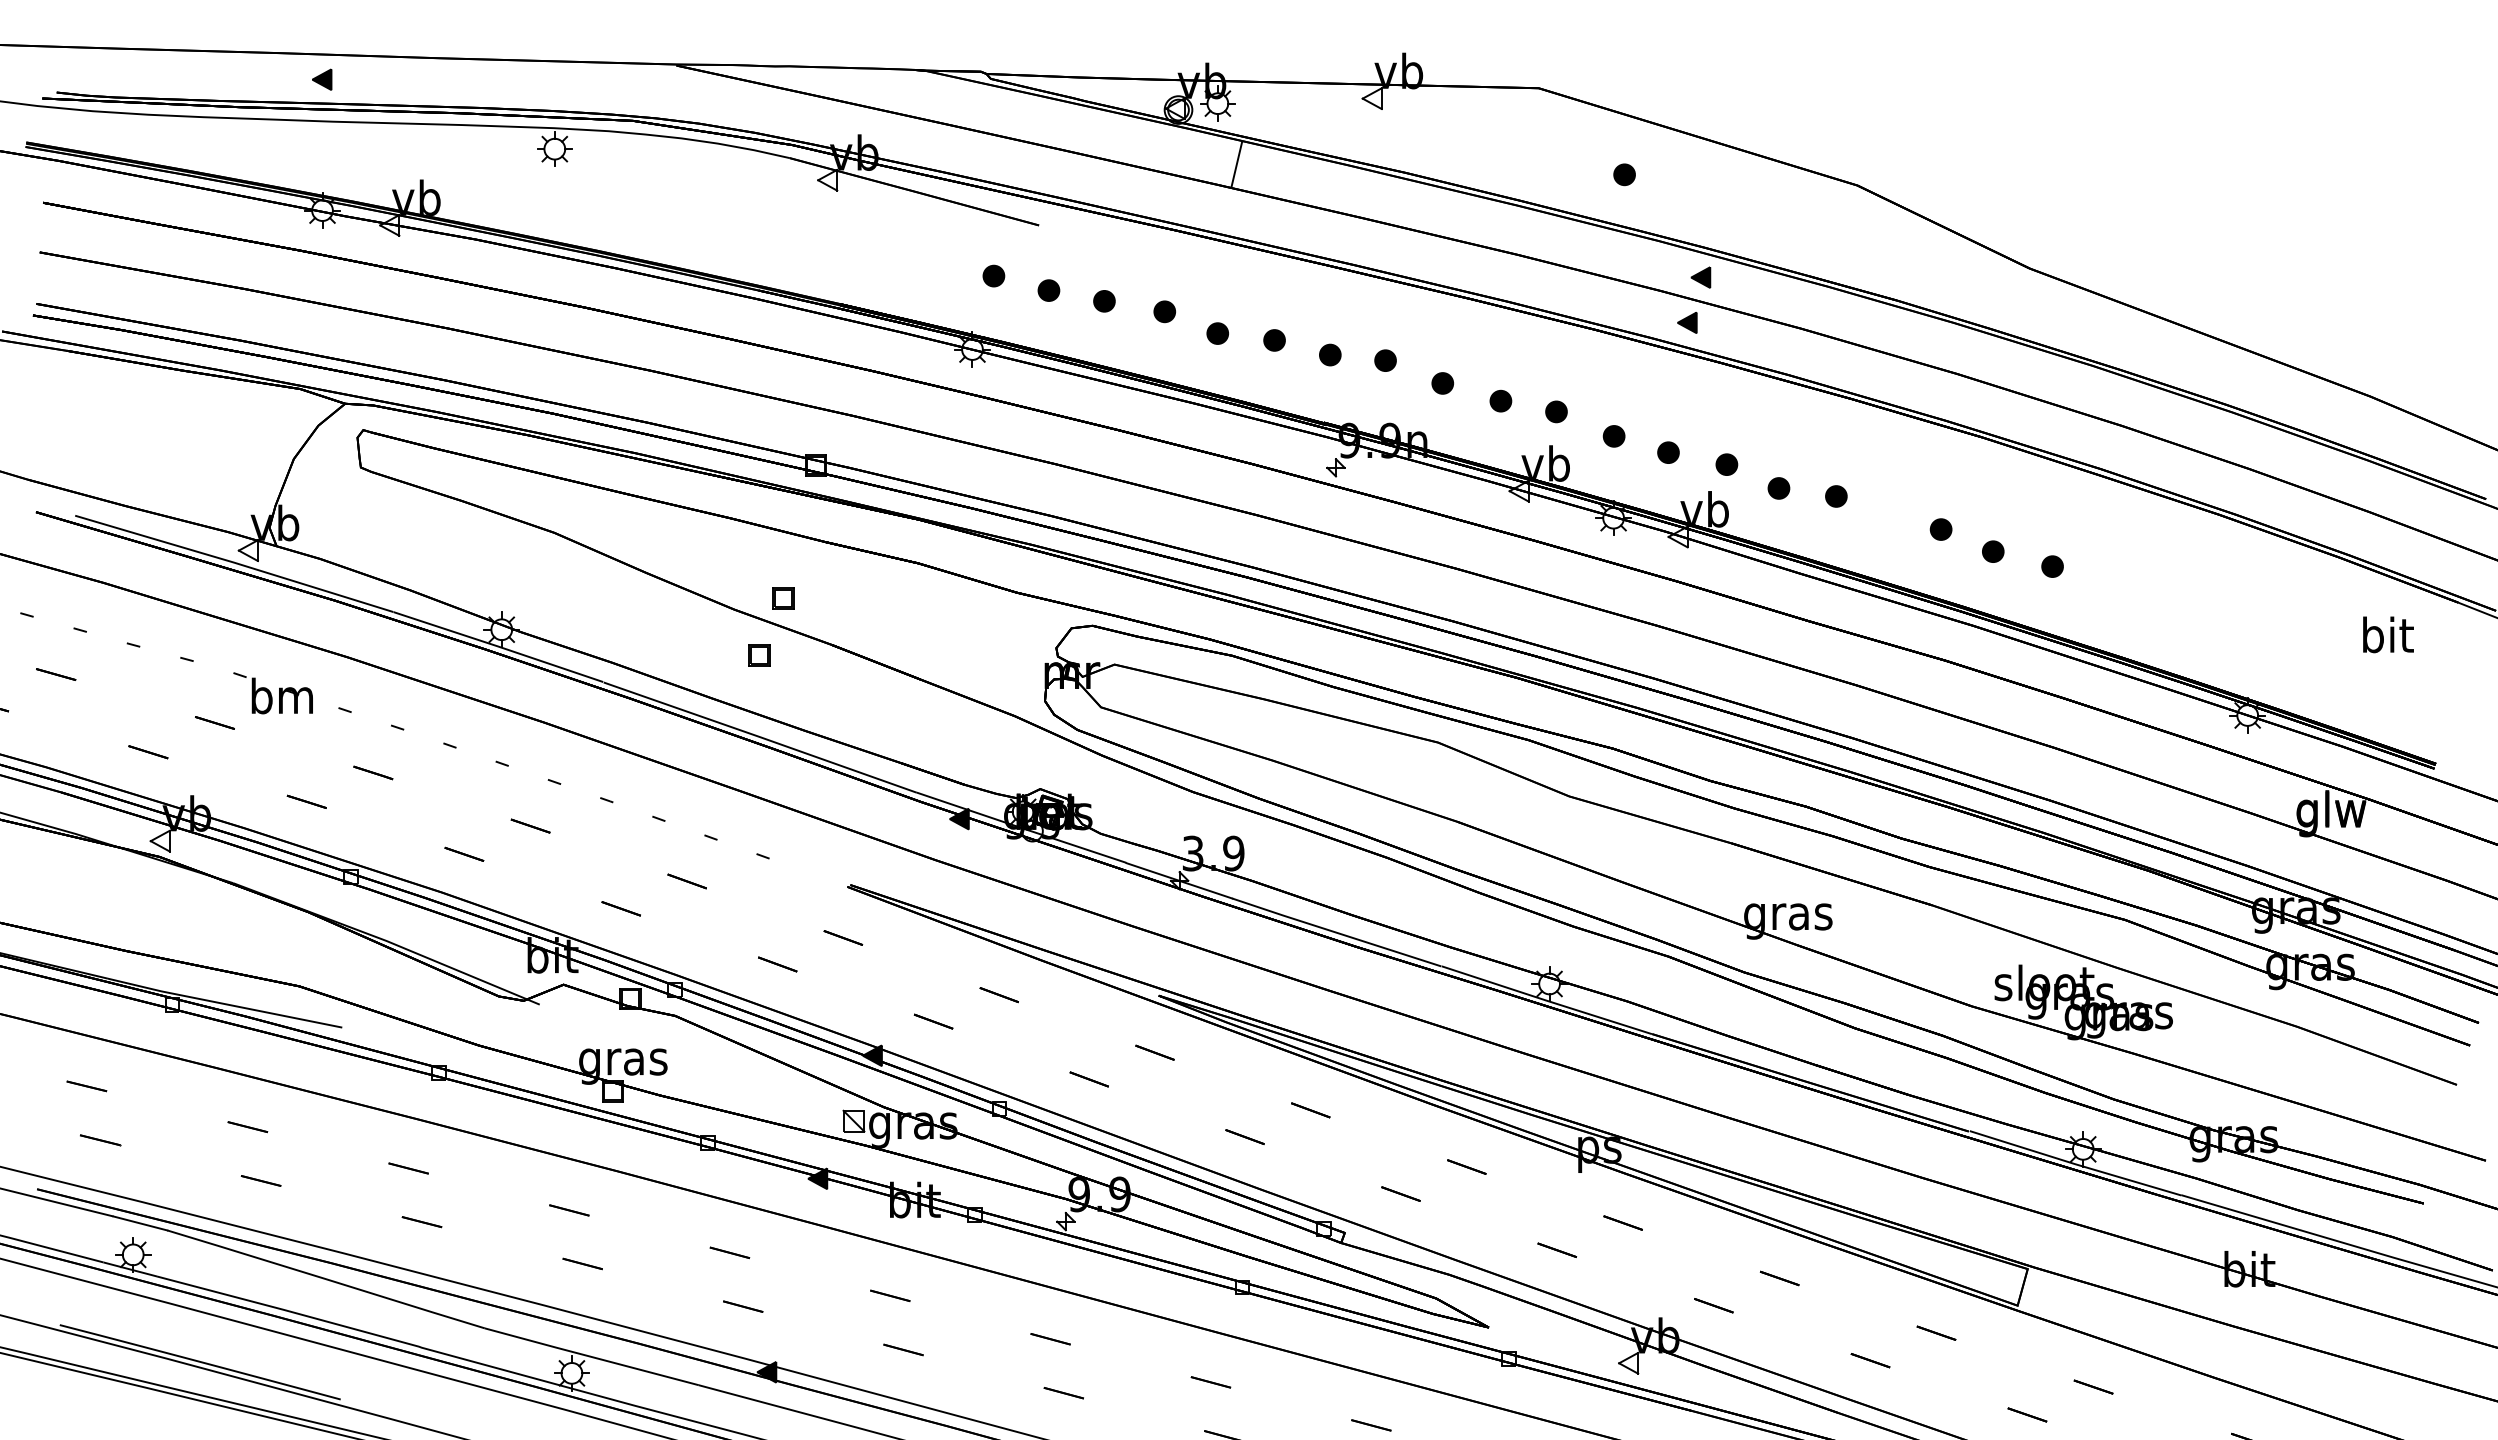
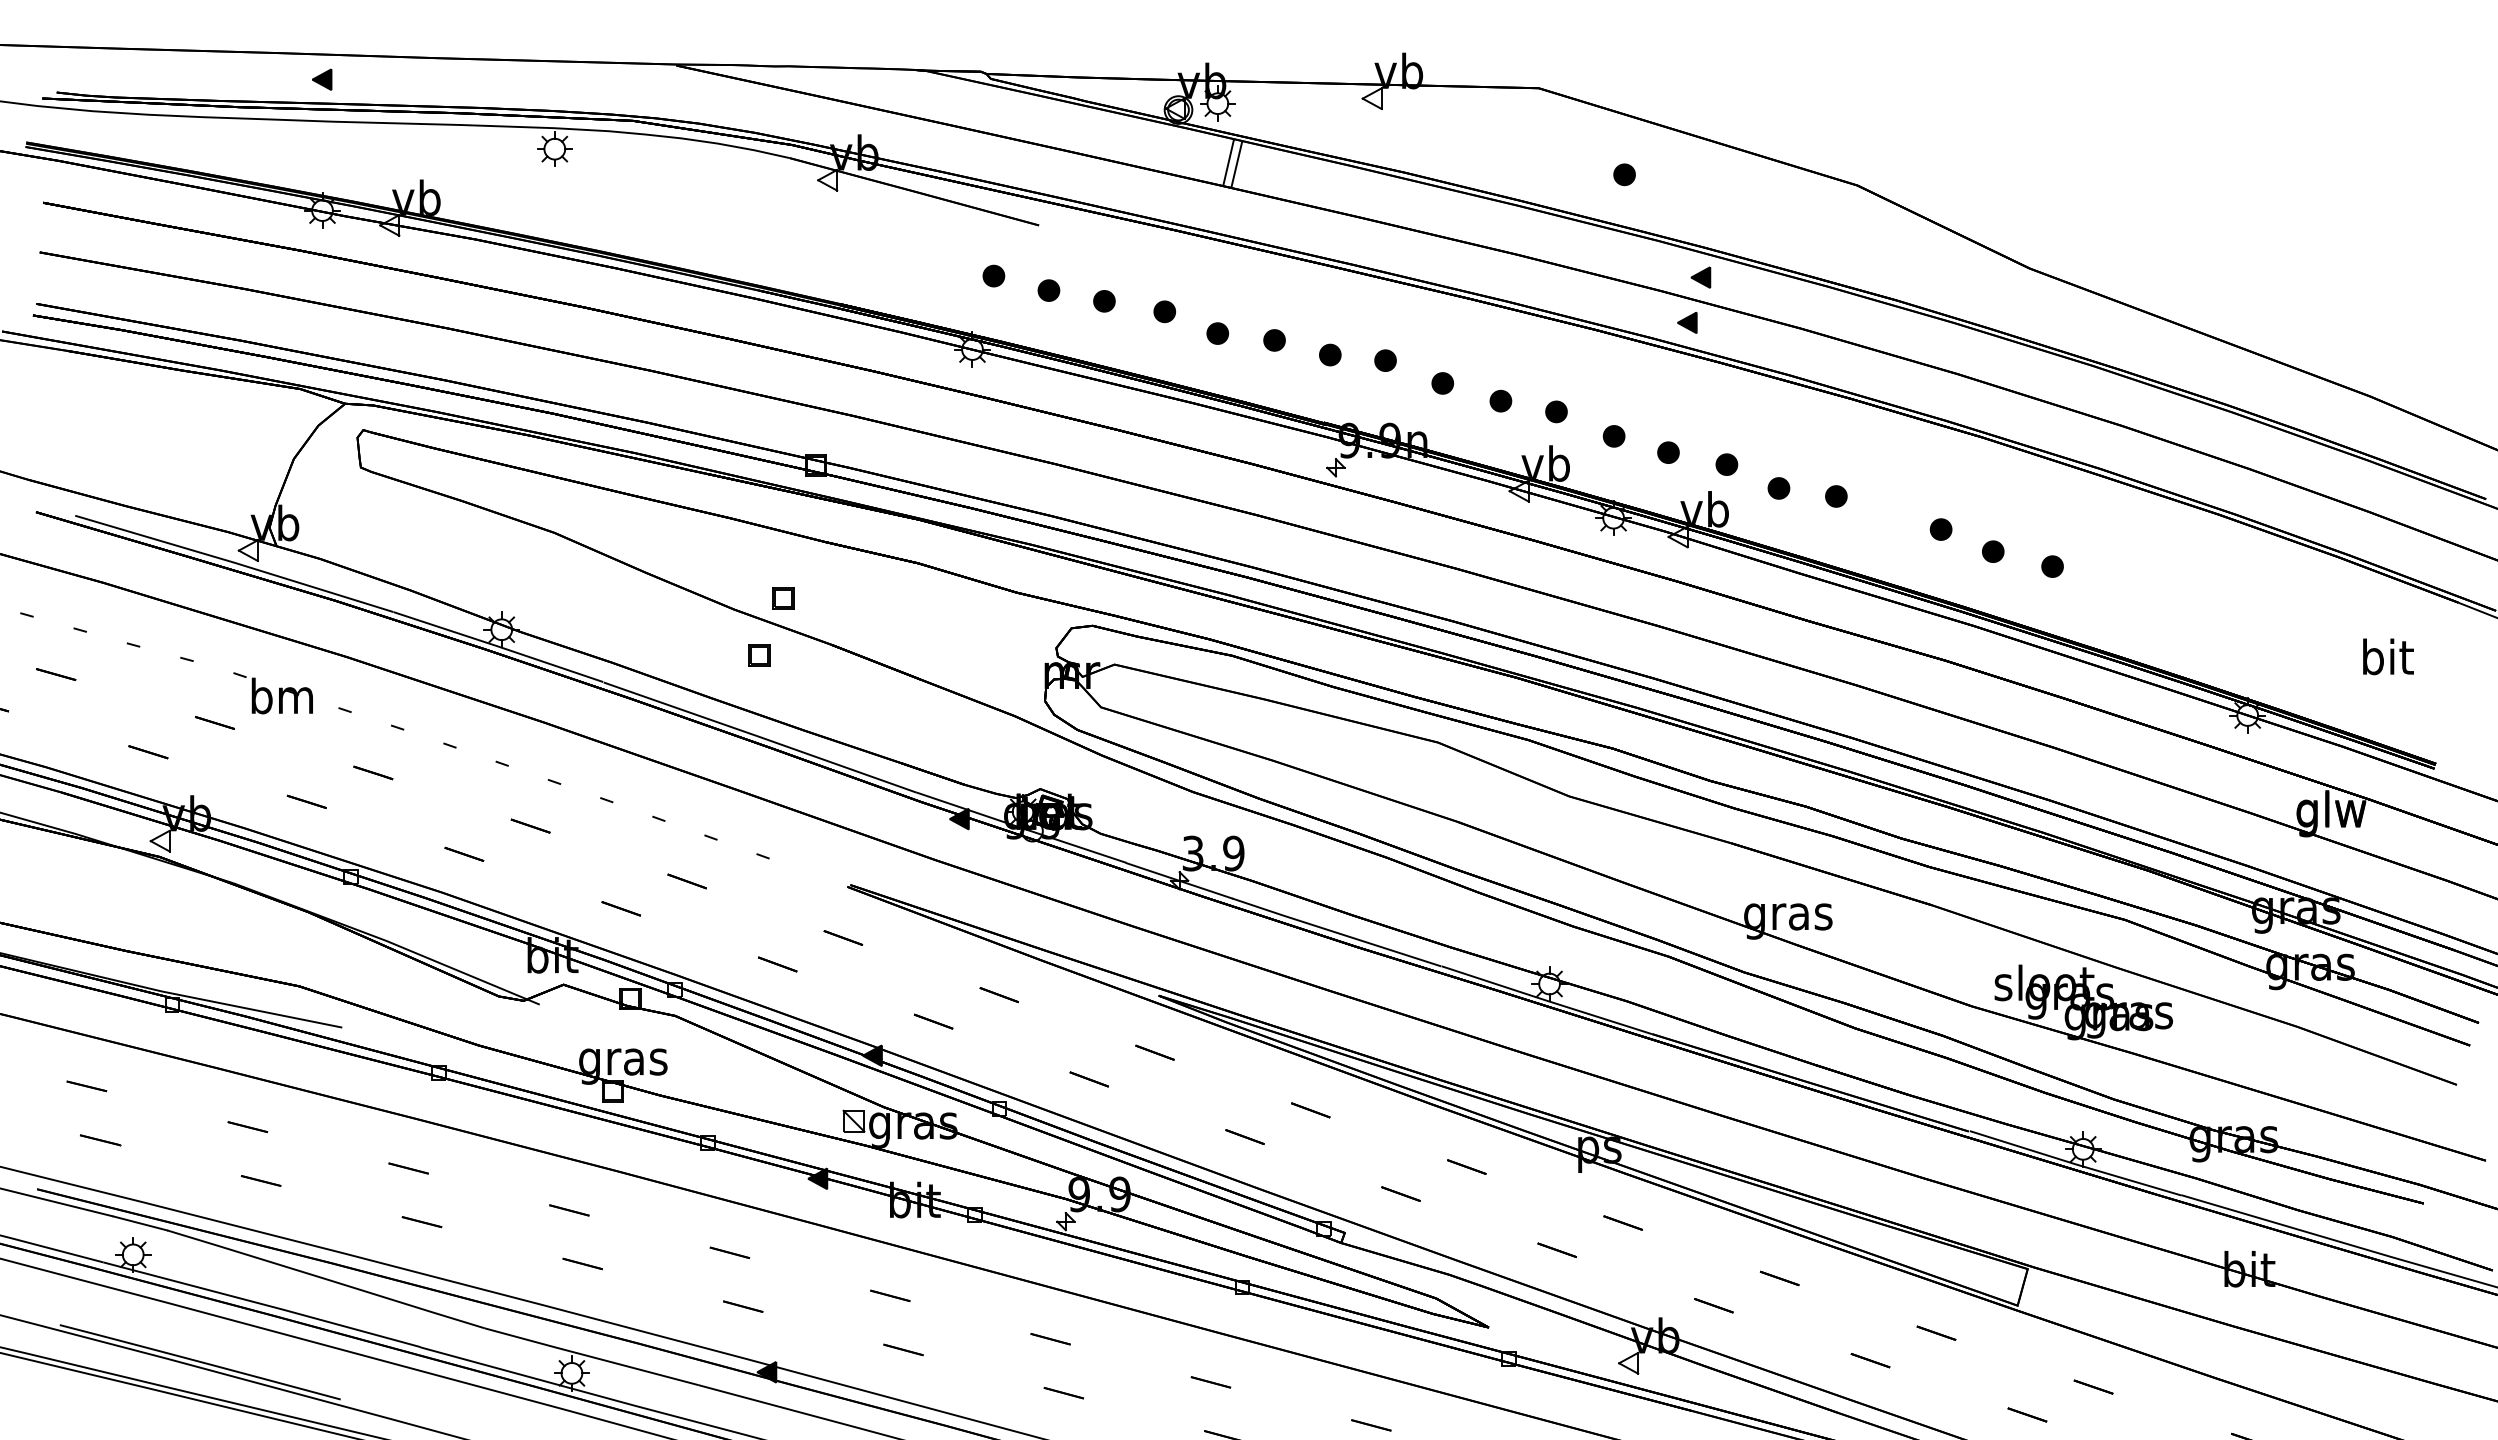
line at (1228, 162): none -> present
text at (2388, 634) position: (2388, 634) -> (2388, 656)
